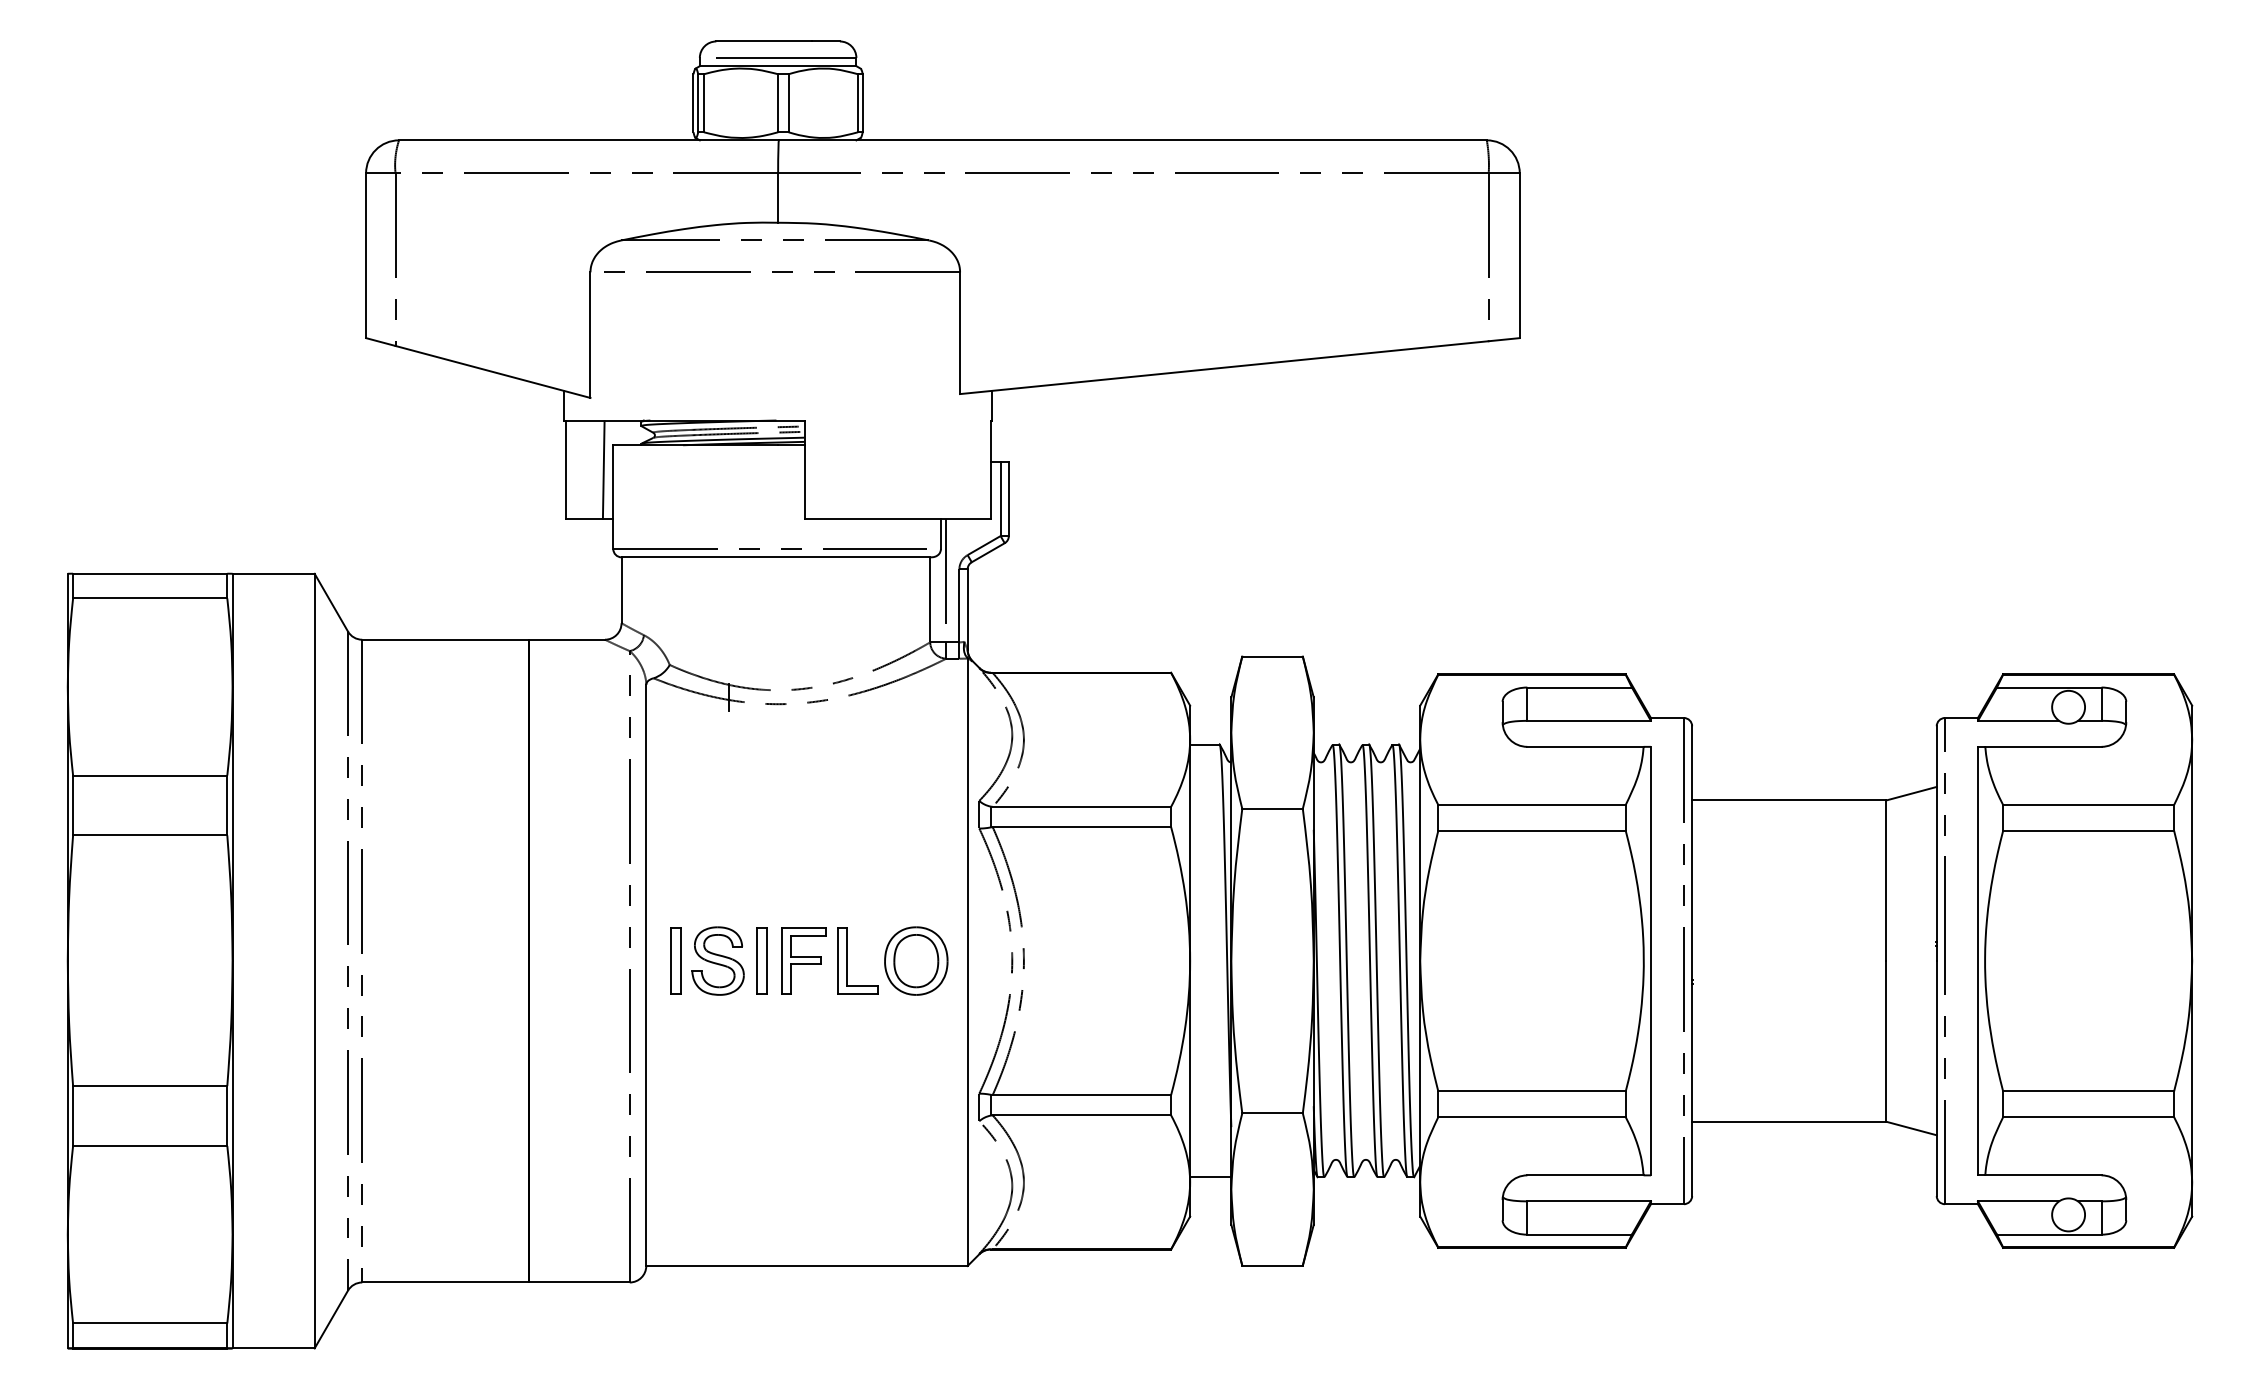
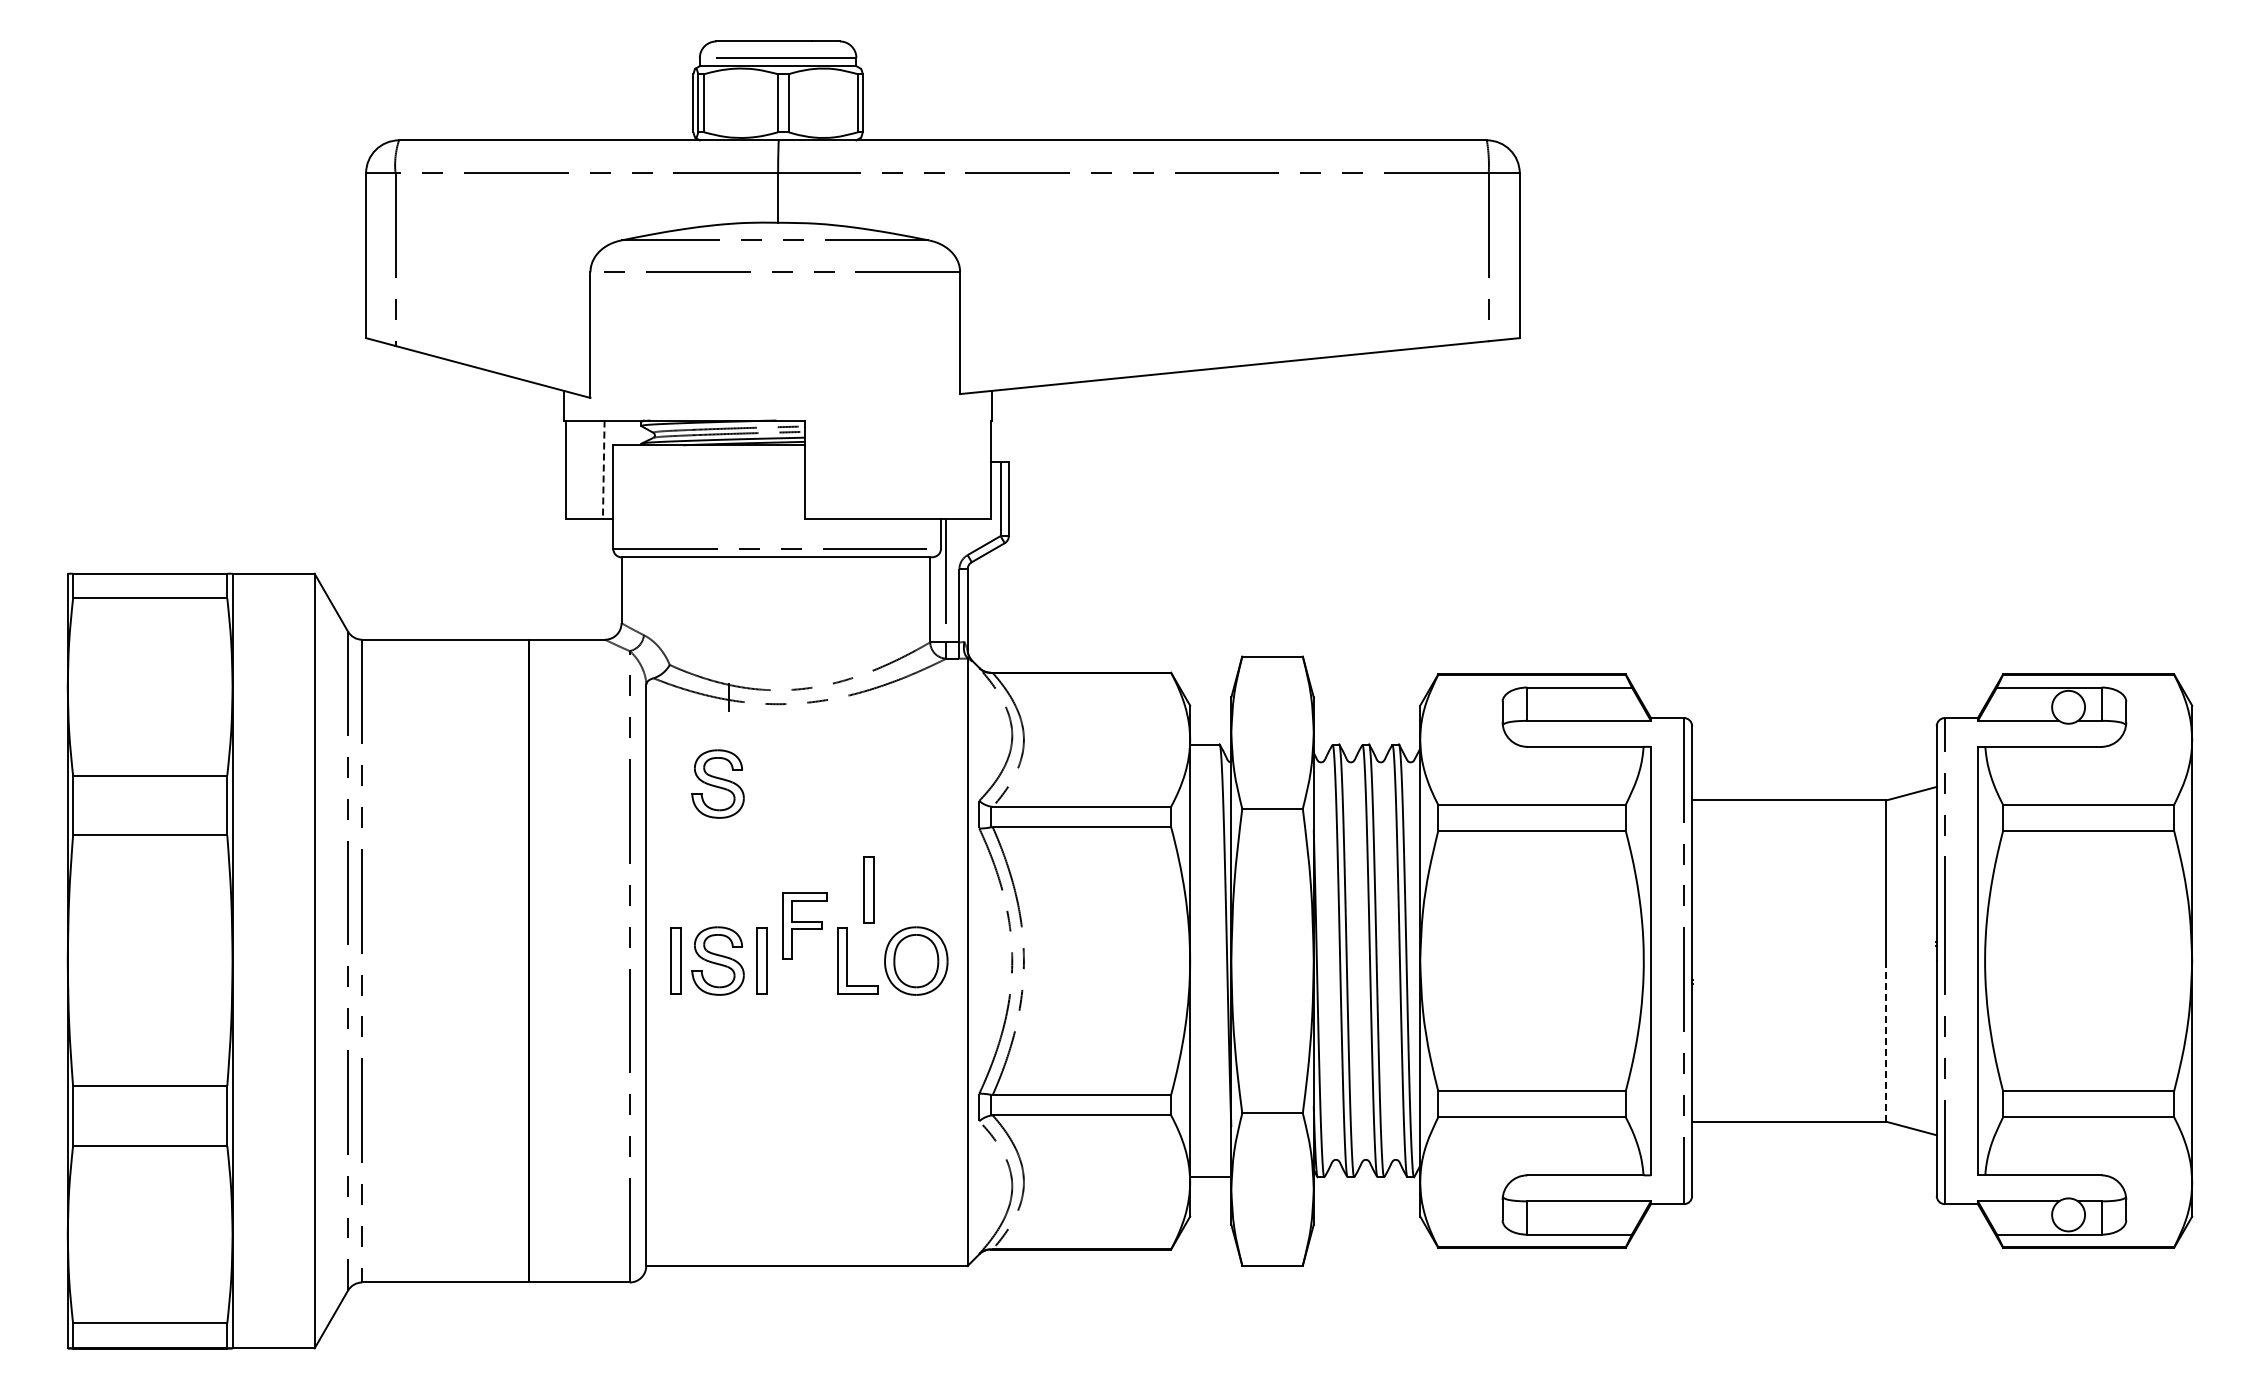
line at (603, 471): solid -> dashed
part at (717, 783): none -> present
part at (868, 889): none -> present
part at (803, 960) position: (803, 960) -> (804, 925)
line at (1886, 1040): solid -> dashed
